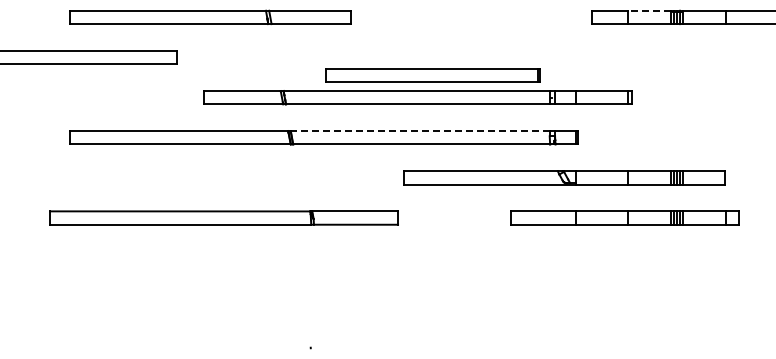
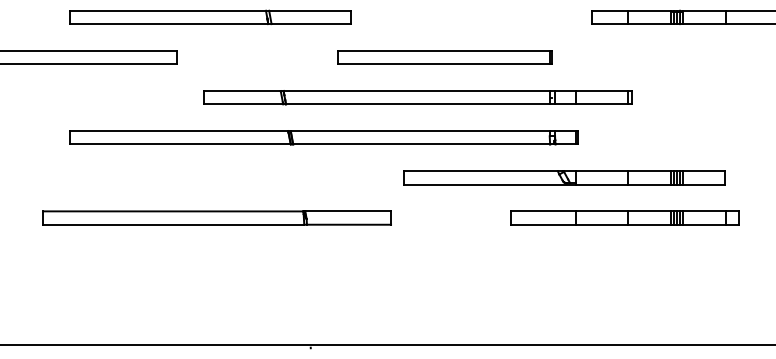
line at (649, 10): dashed -> solid
part at (432, 75) position: (432, 75) -> (444, 57)
line at (419, 131): dashed -> solid
part at (223, 217) position: (223, 217) -> (216, 217)
line at (387, 345): none -> present
